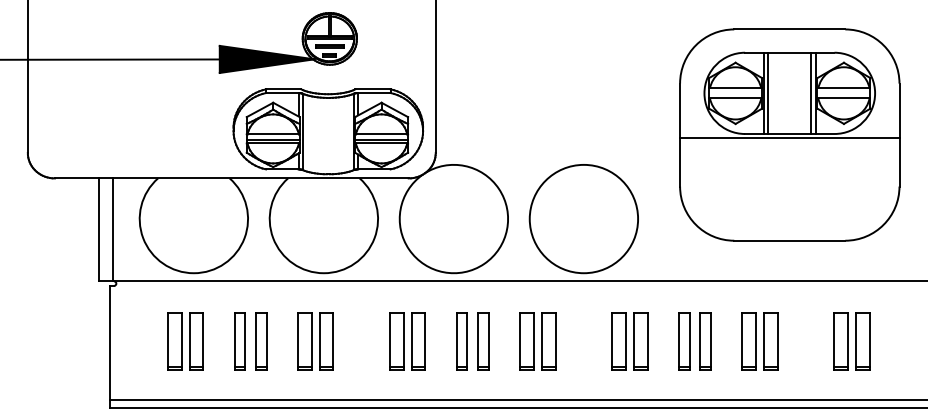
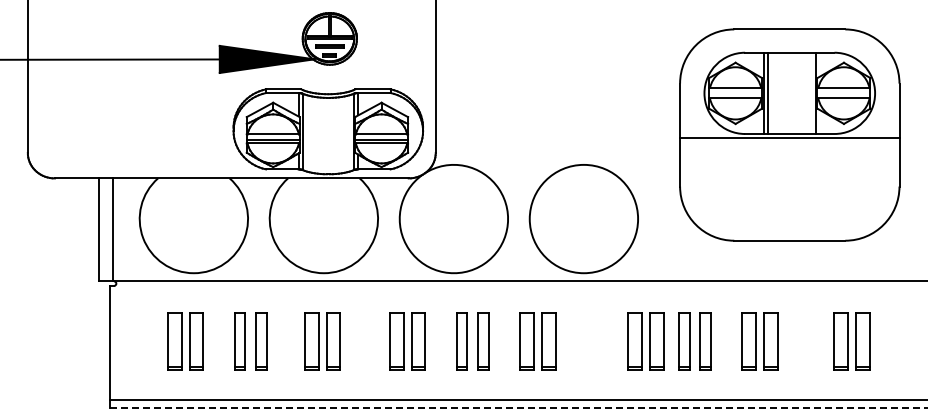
line at (811, 93): present -> none
part at (315, 341) position: (315, 341) -> (322, 341)
part at (629, 341) position: (629, 341) -> (645, 341)
line at (518, 407): solid -> dashed
